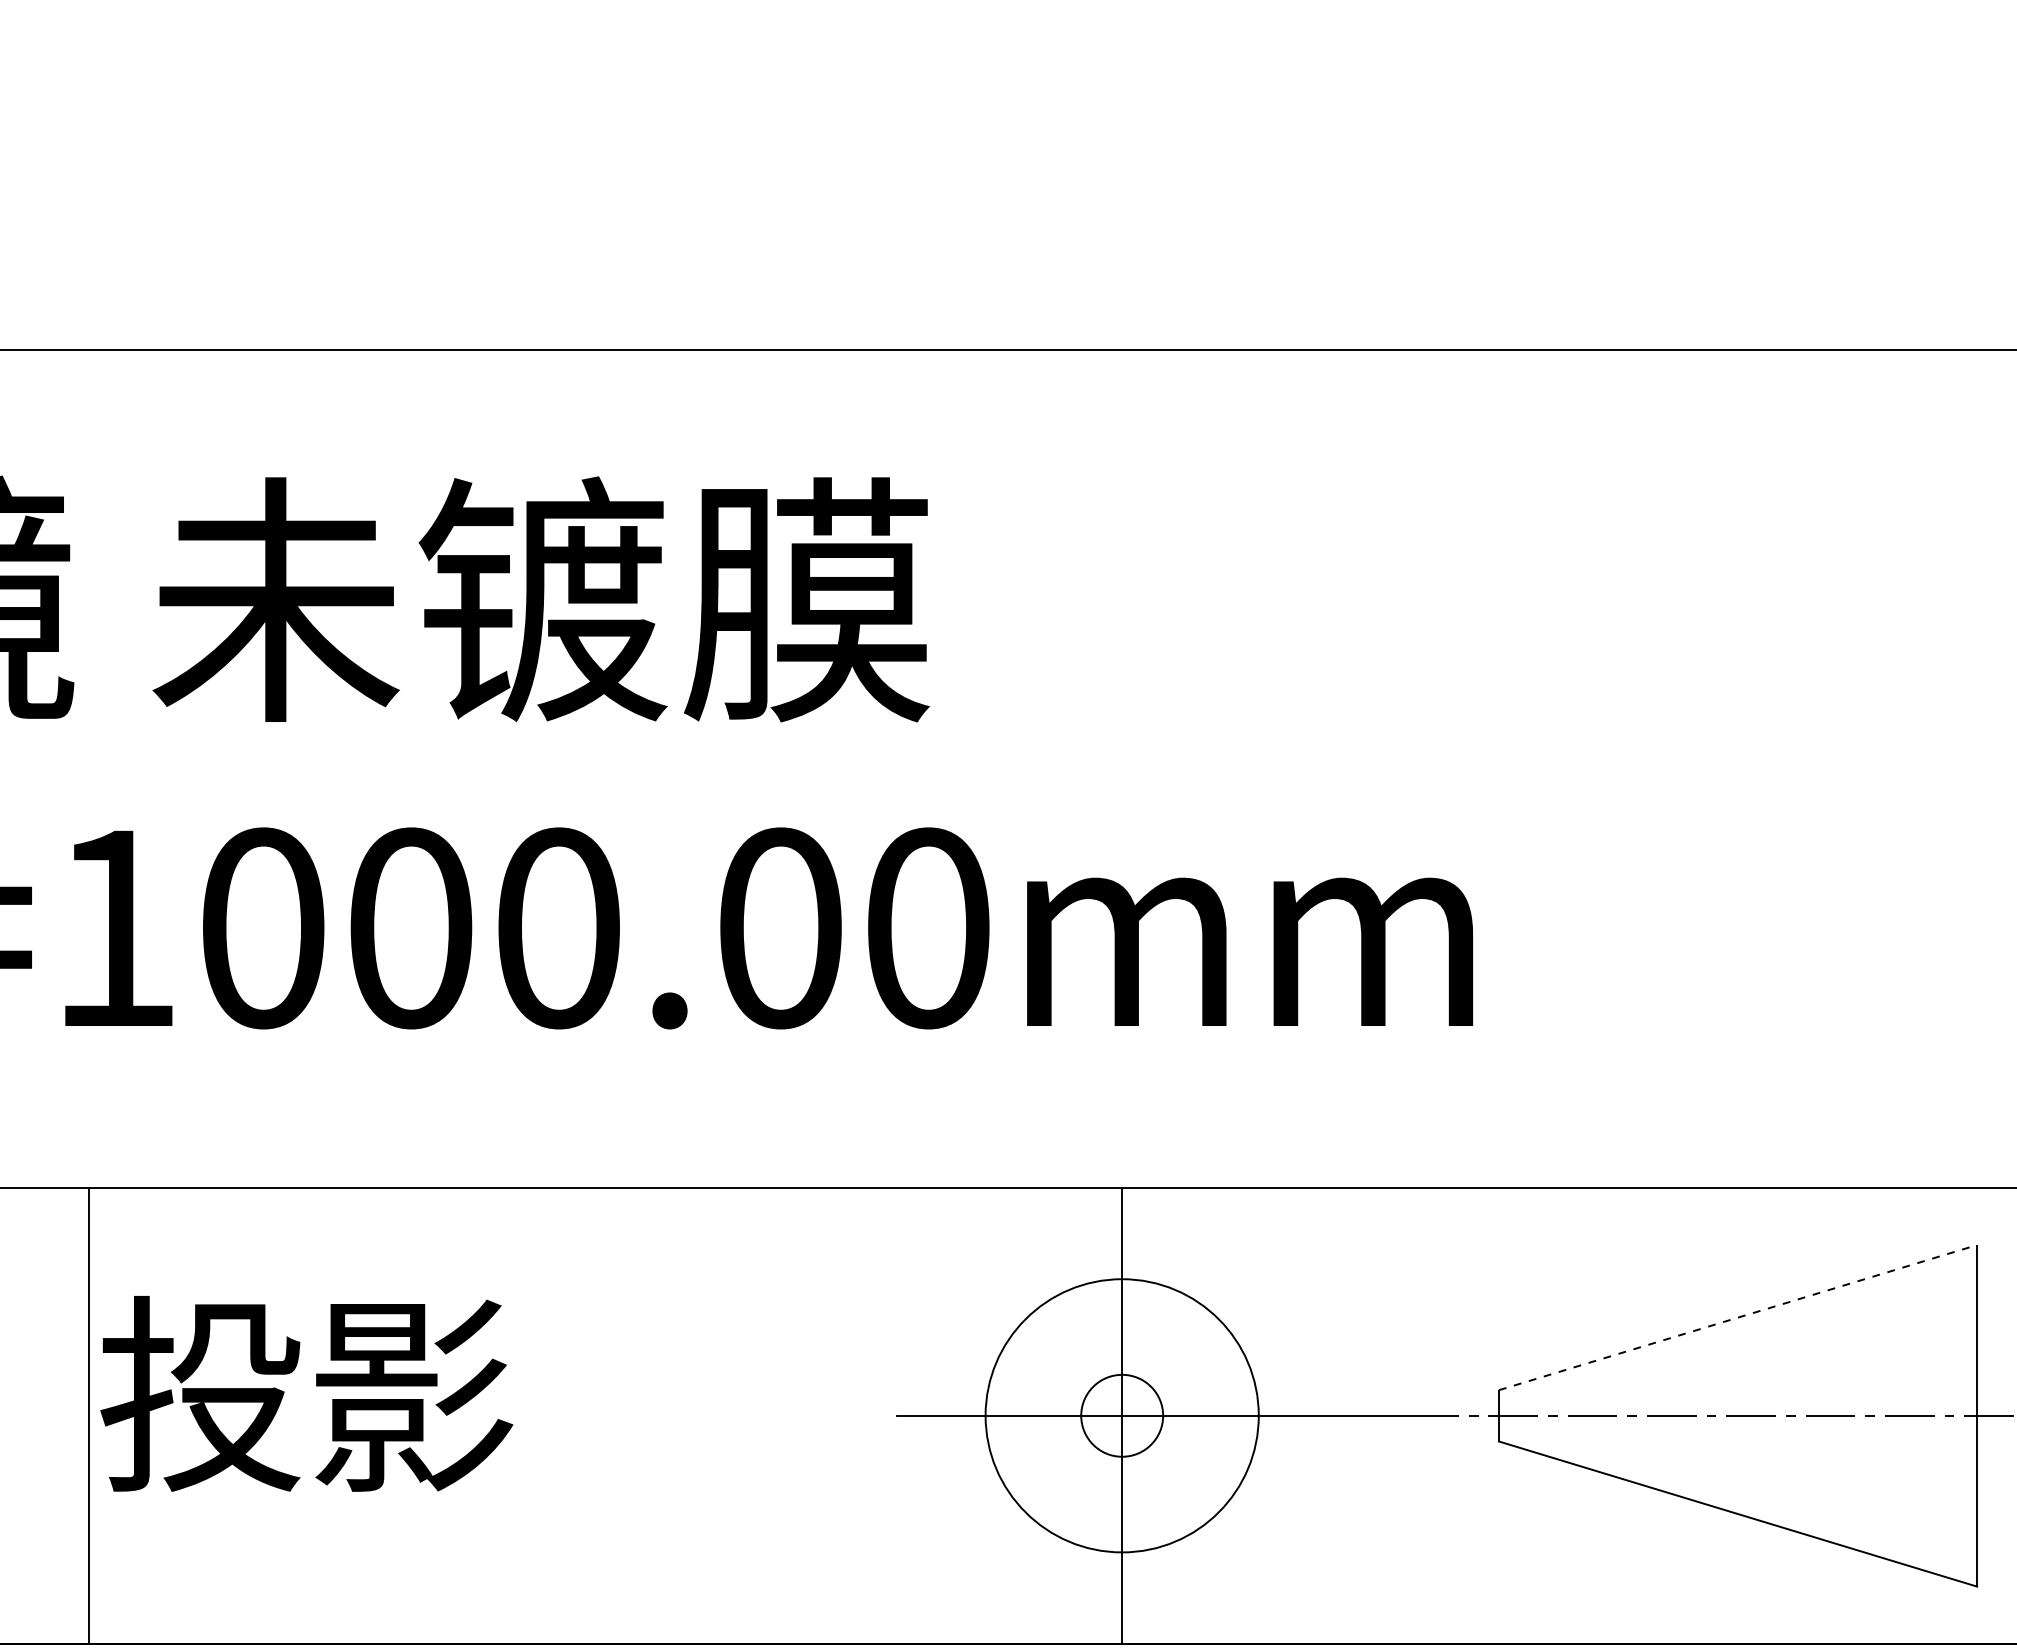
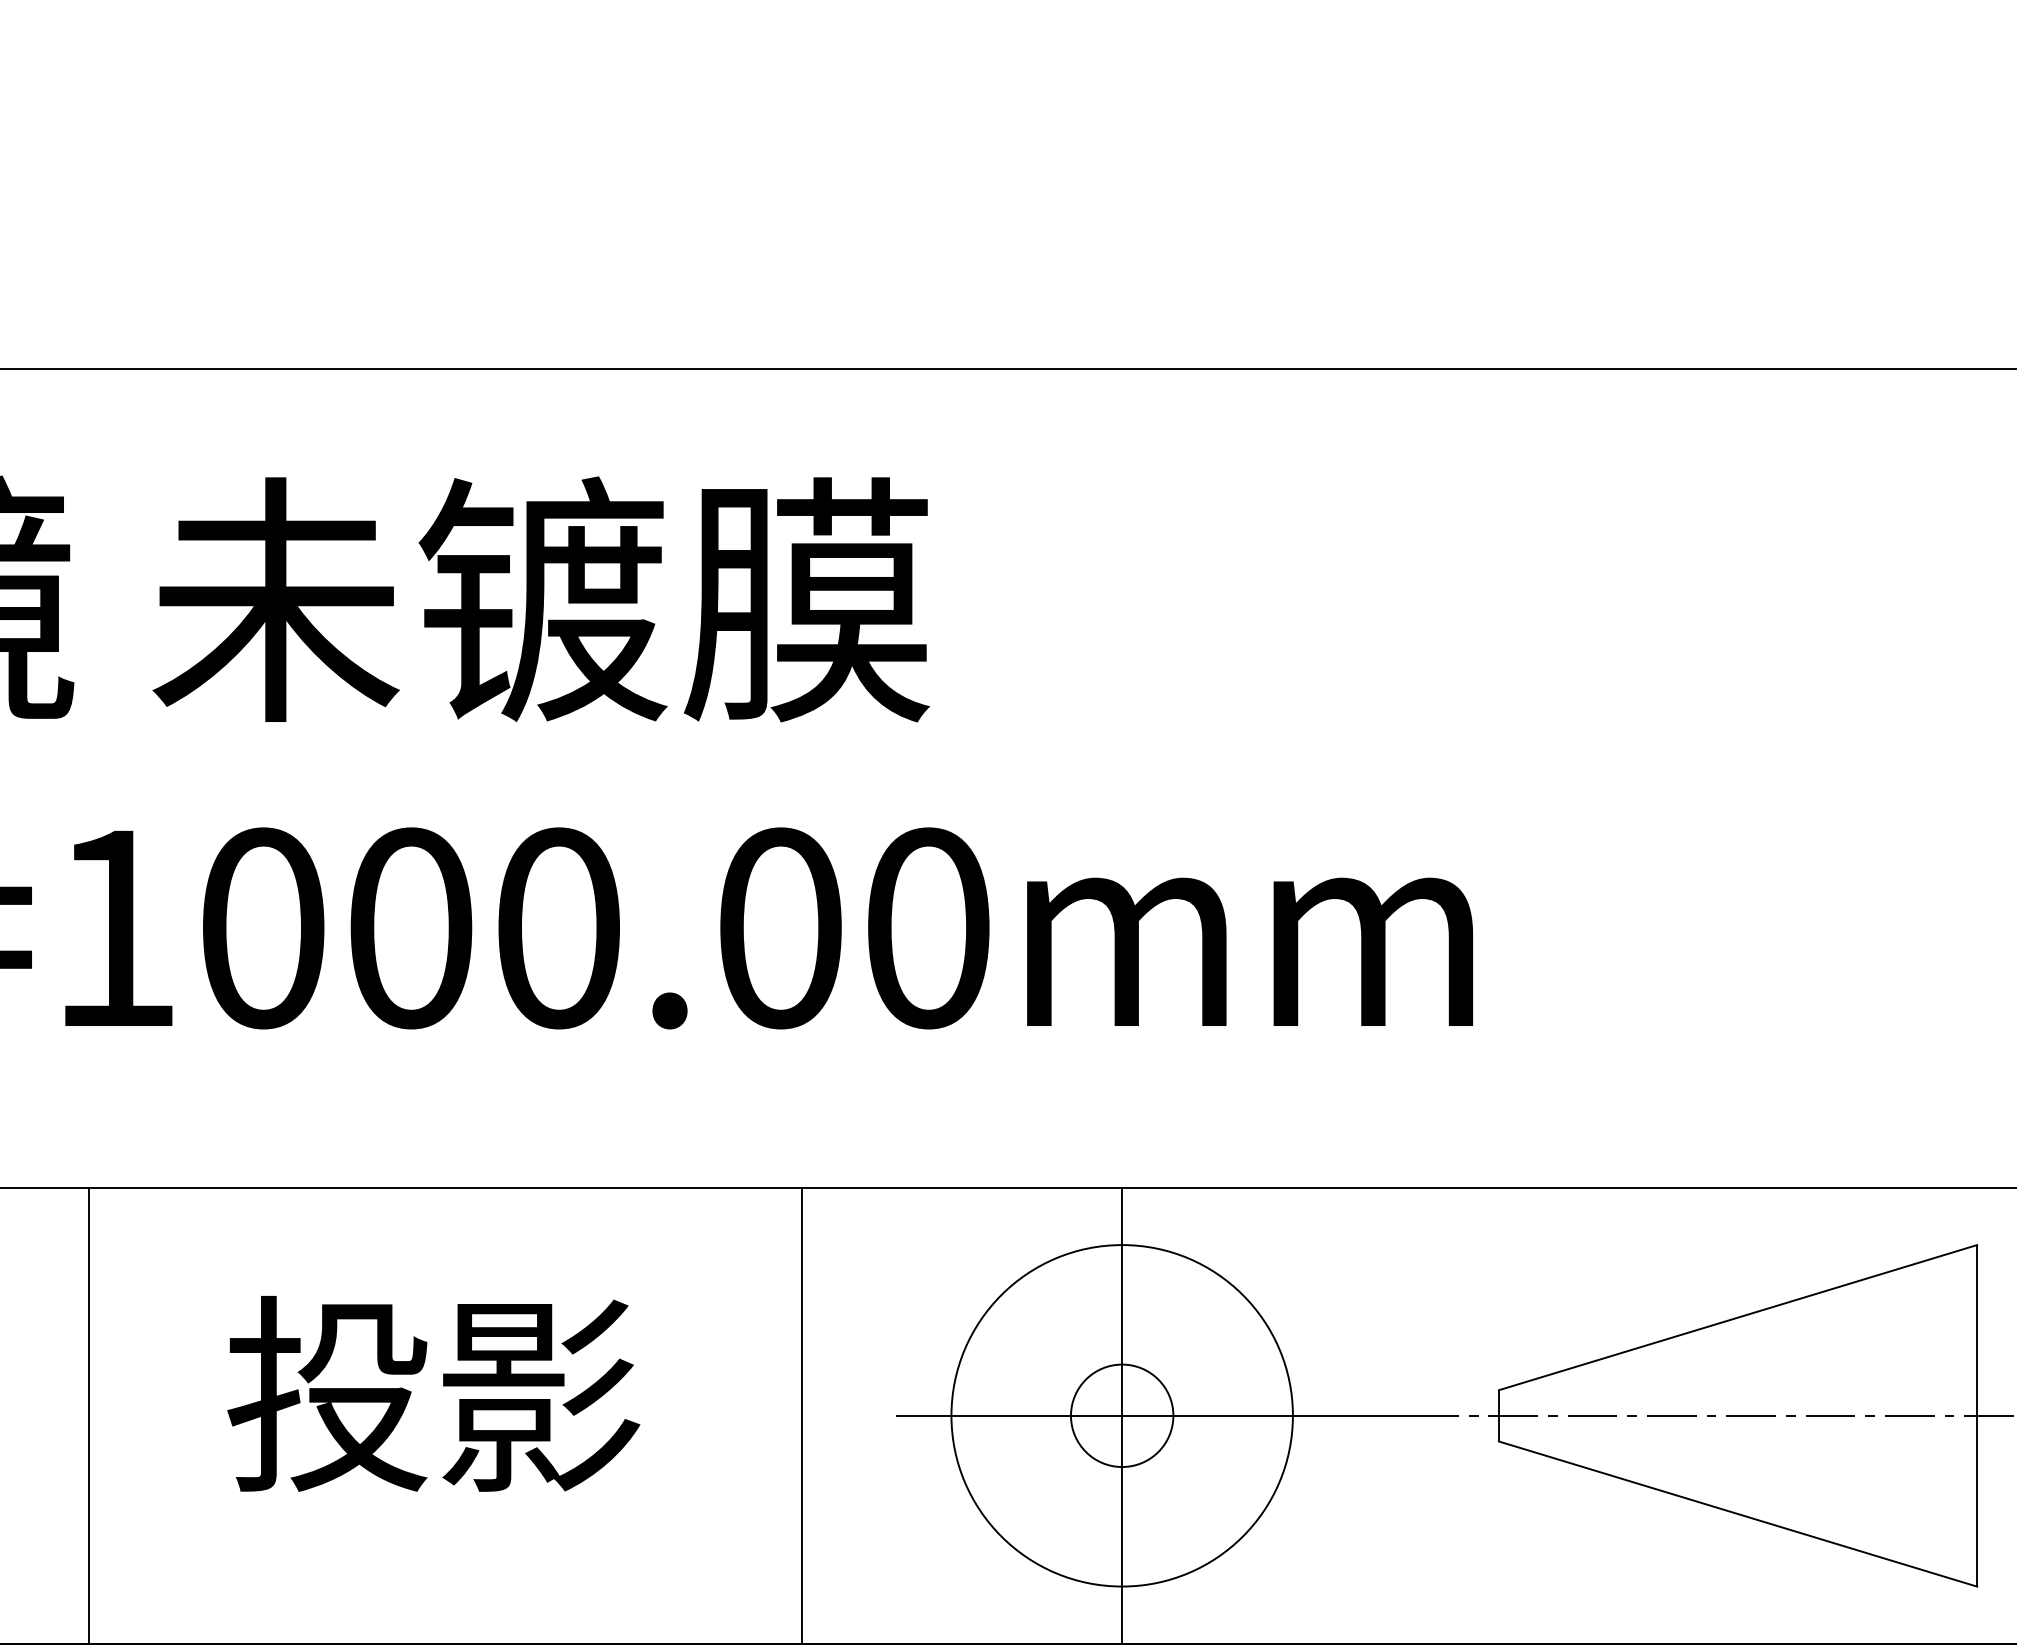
line at (1007, 349) position: (1007, 349) -> (1007, 368)
line at (1738, 1317): dashed -> solid
text at (306, 1393) position: (306, 1393) -> (433, 1393)
line at (802, 1415): none -> present
circle at (1121, 1415) diameter: 273 px -> 341 px
circle at (1122, 1415) diameter: 82 px -> 102 px
